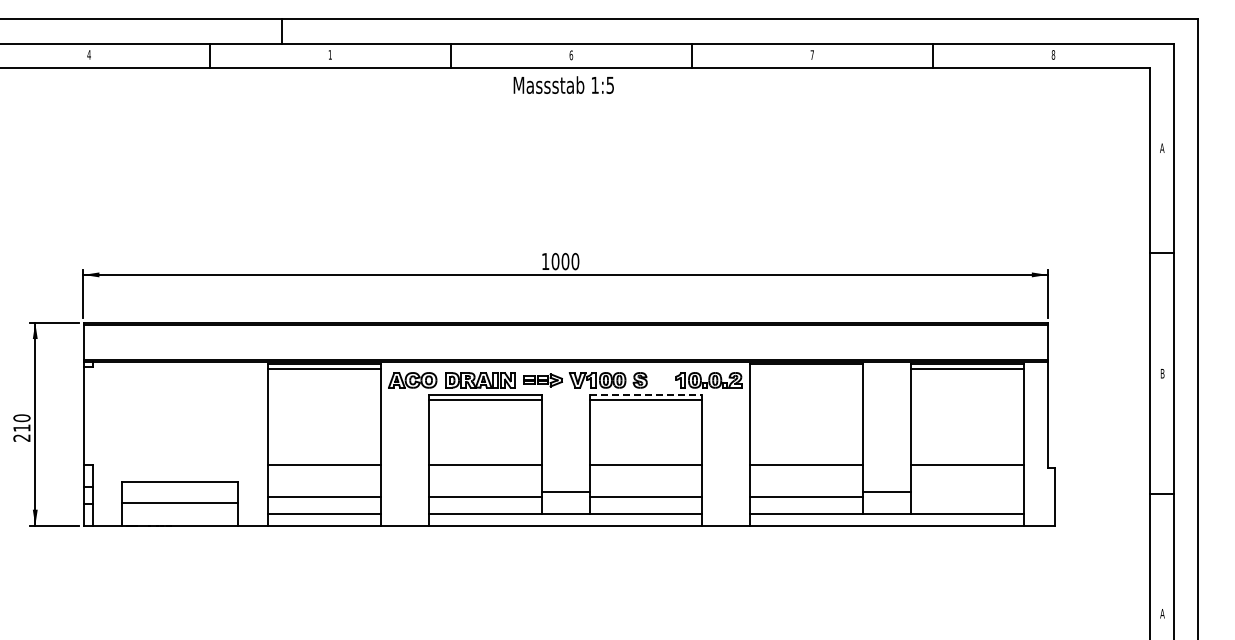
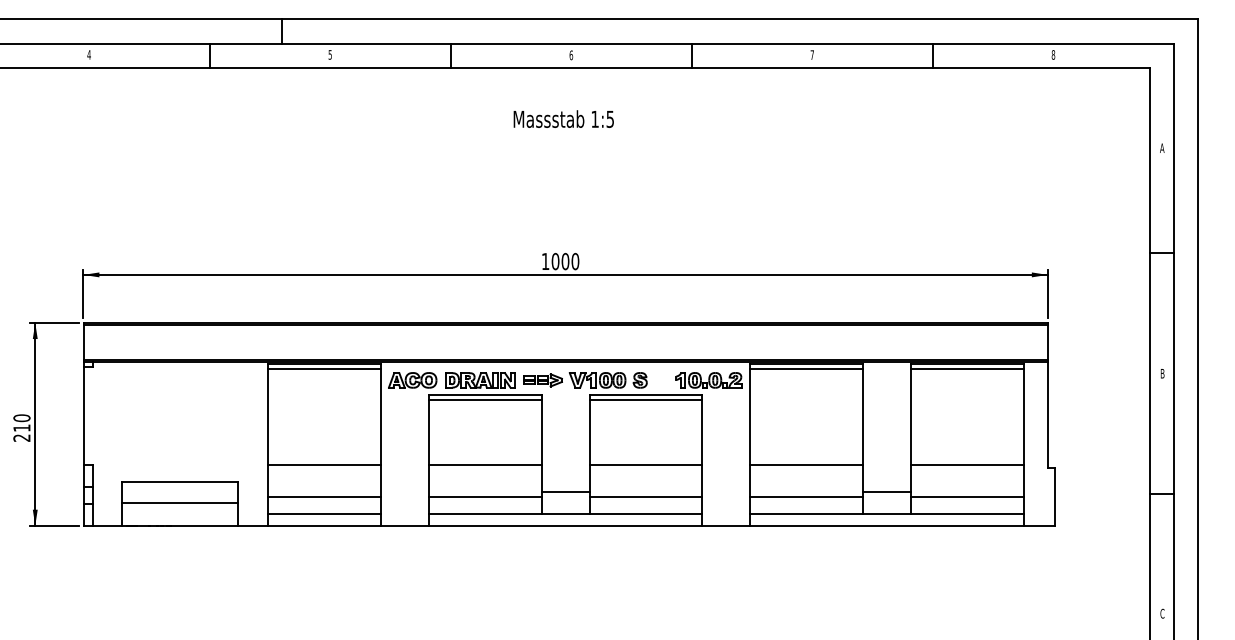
text at (329, 54): 1 -> 5
text at (563, 84) position: (563, 84) -> (563, 118)
line at (806, 368): none -> present
line at (646, 395): dashed -> solid
line at (967, 496): none -> present
text at (1162, 613): A -> C
